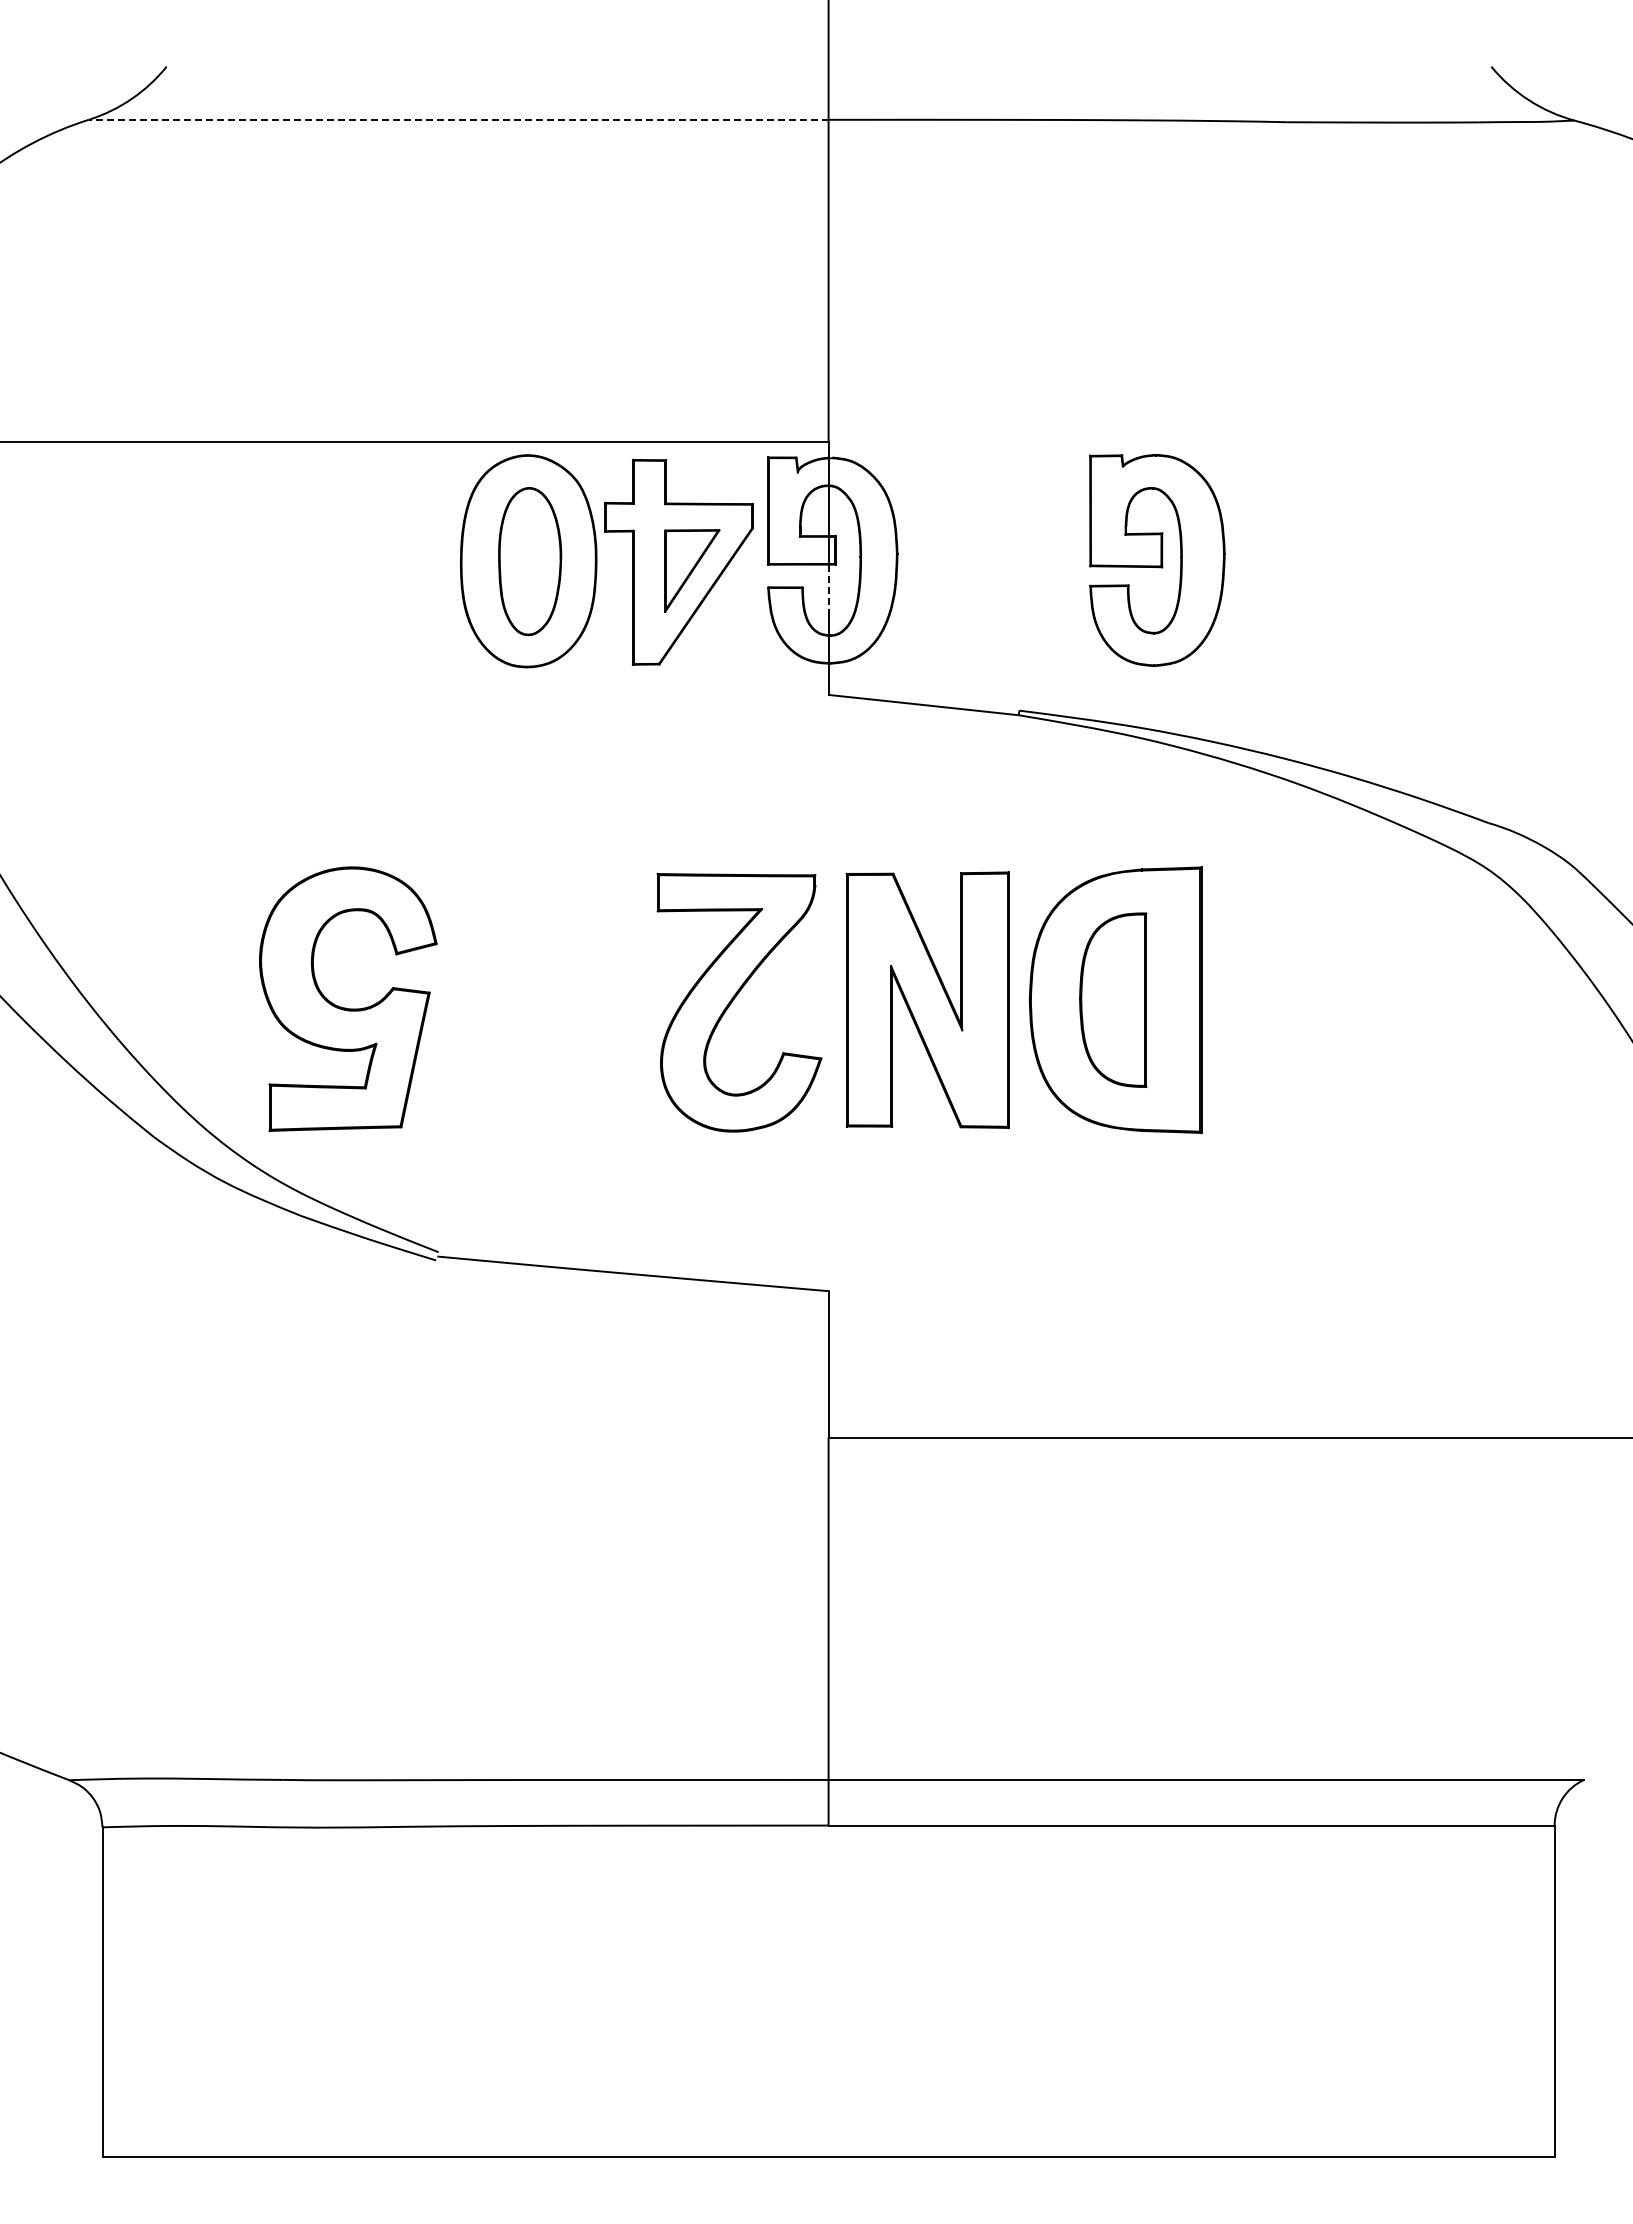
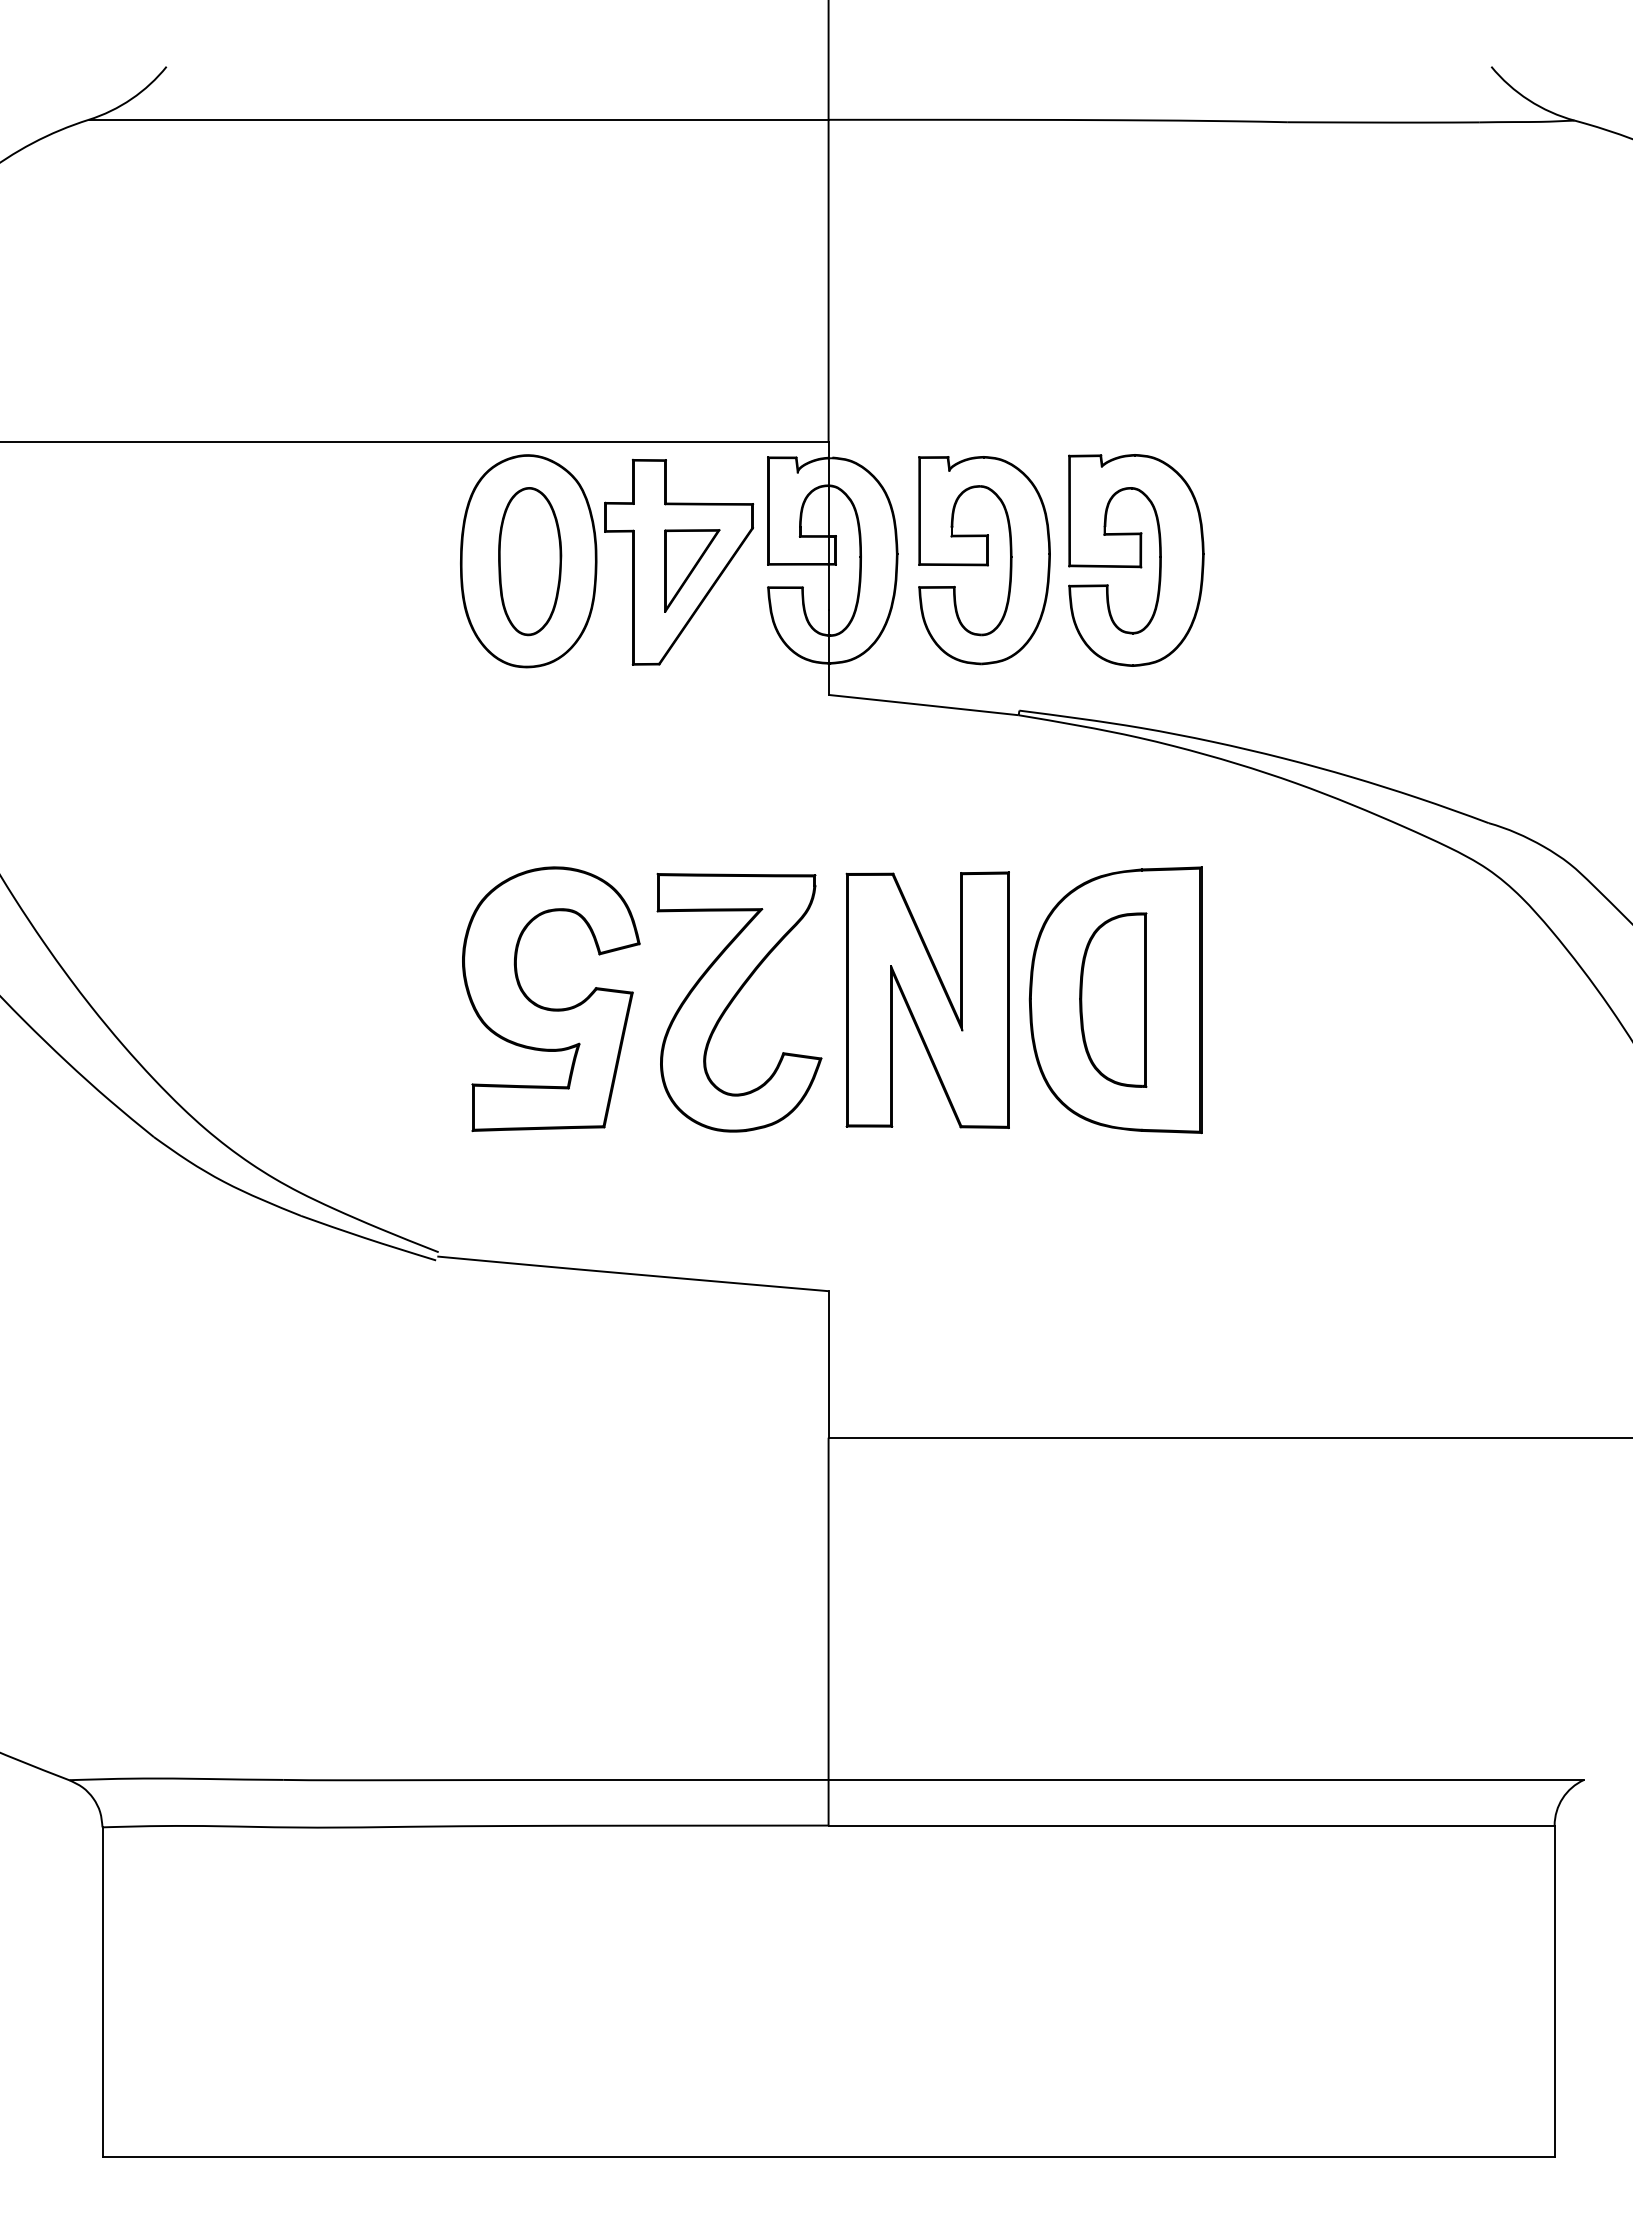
line at (458, 119): dashed -> solid
part at (984, 560): none -> present
part at (1157, 560) position: (1157, 560) -> (1136, 560)
line at (828, 587): dashed -> solid
part at (346, 1007) position: (346, 1007) -> (549, 1007)
